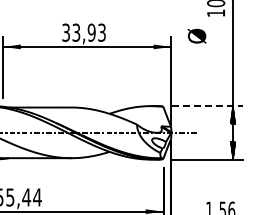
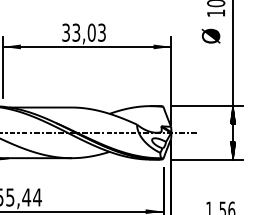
text at (91, 32): 33,93 -> 33,03
text at (196, 35) position: (196, 35) -> (210, 35)
line at (207, 106): dashed -> solid
